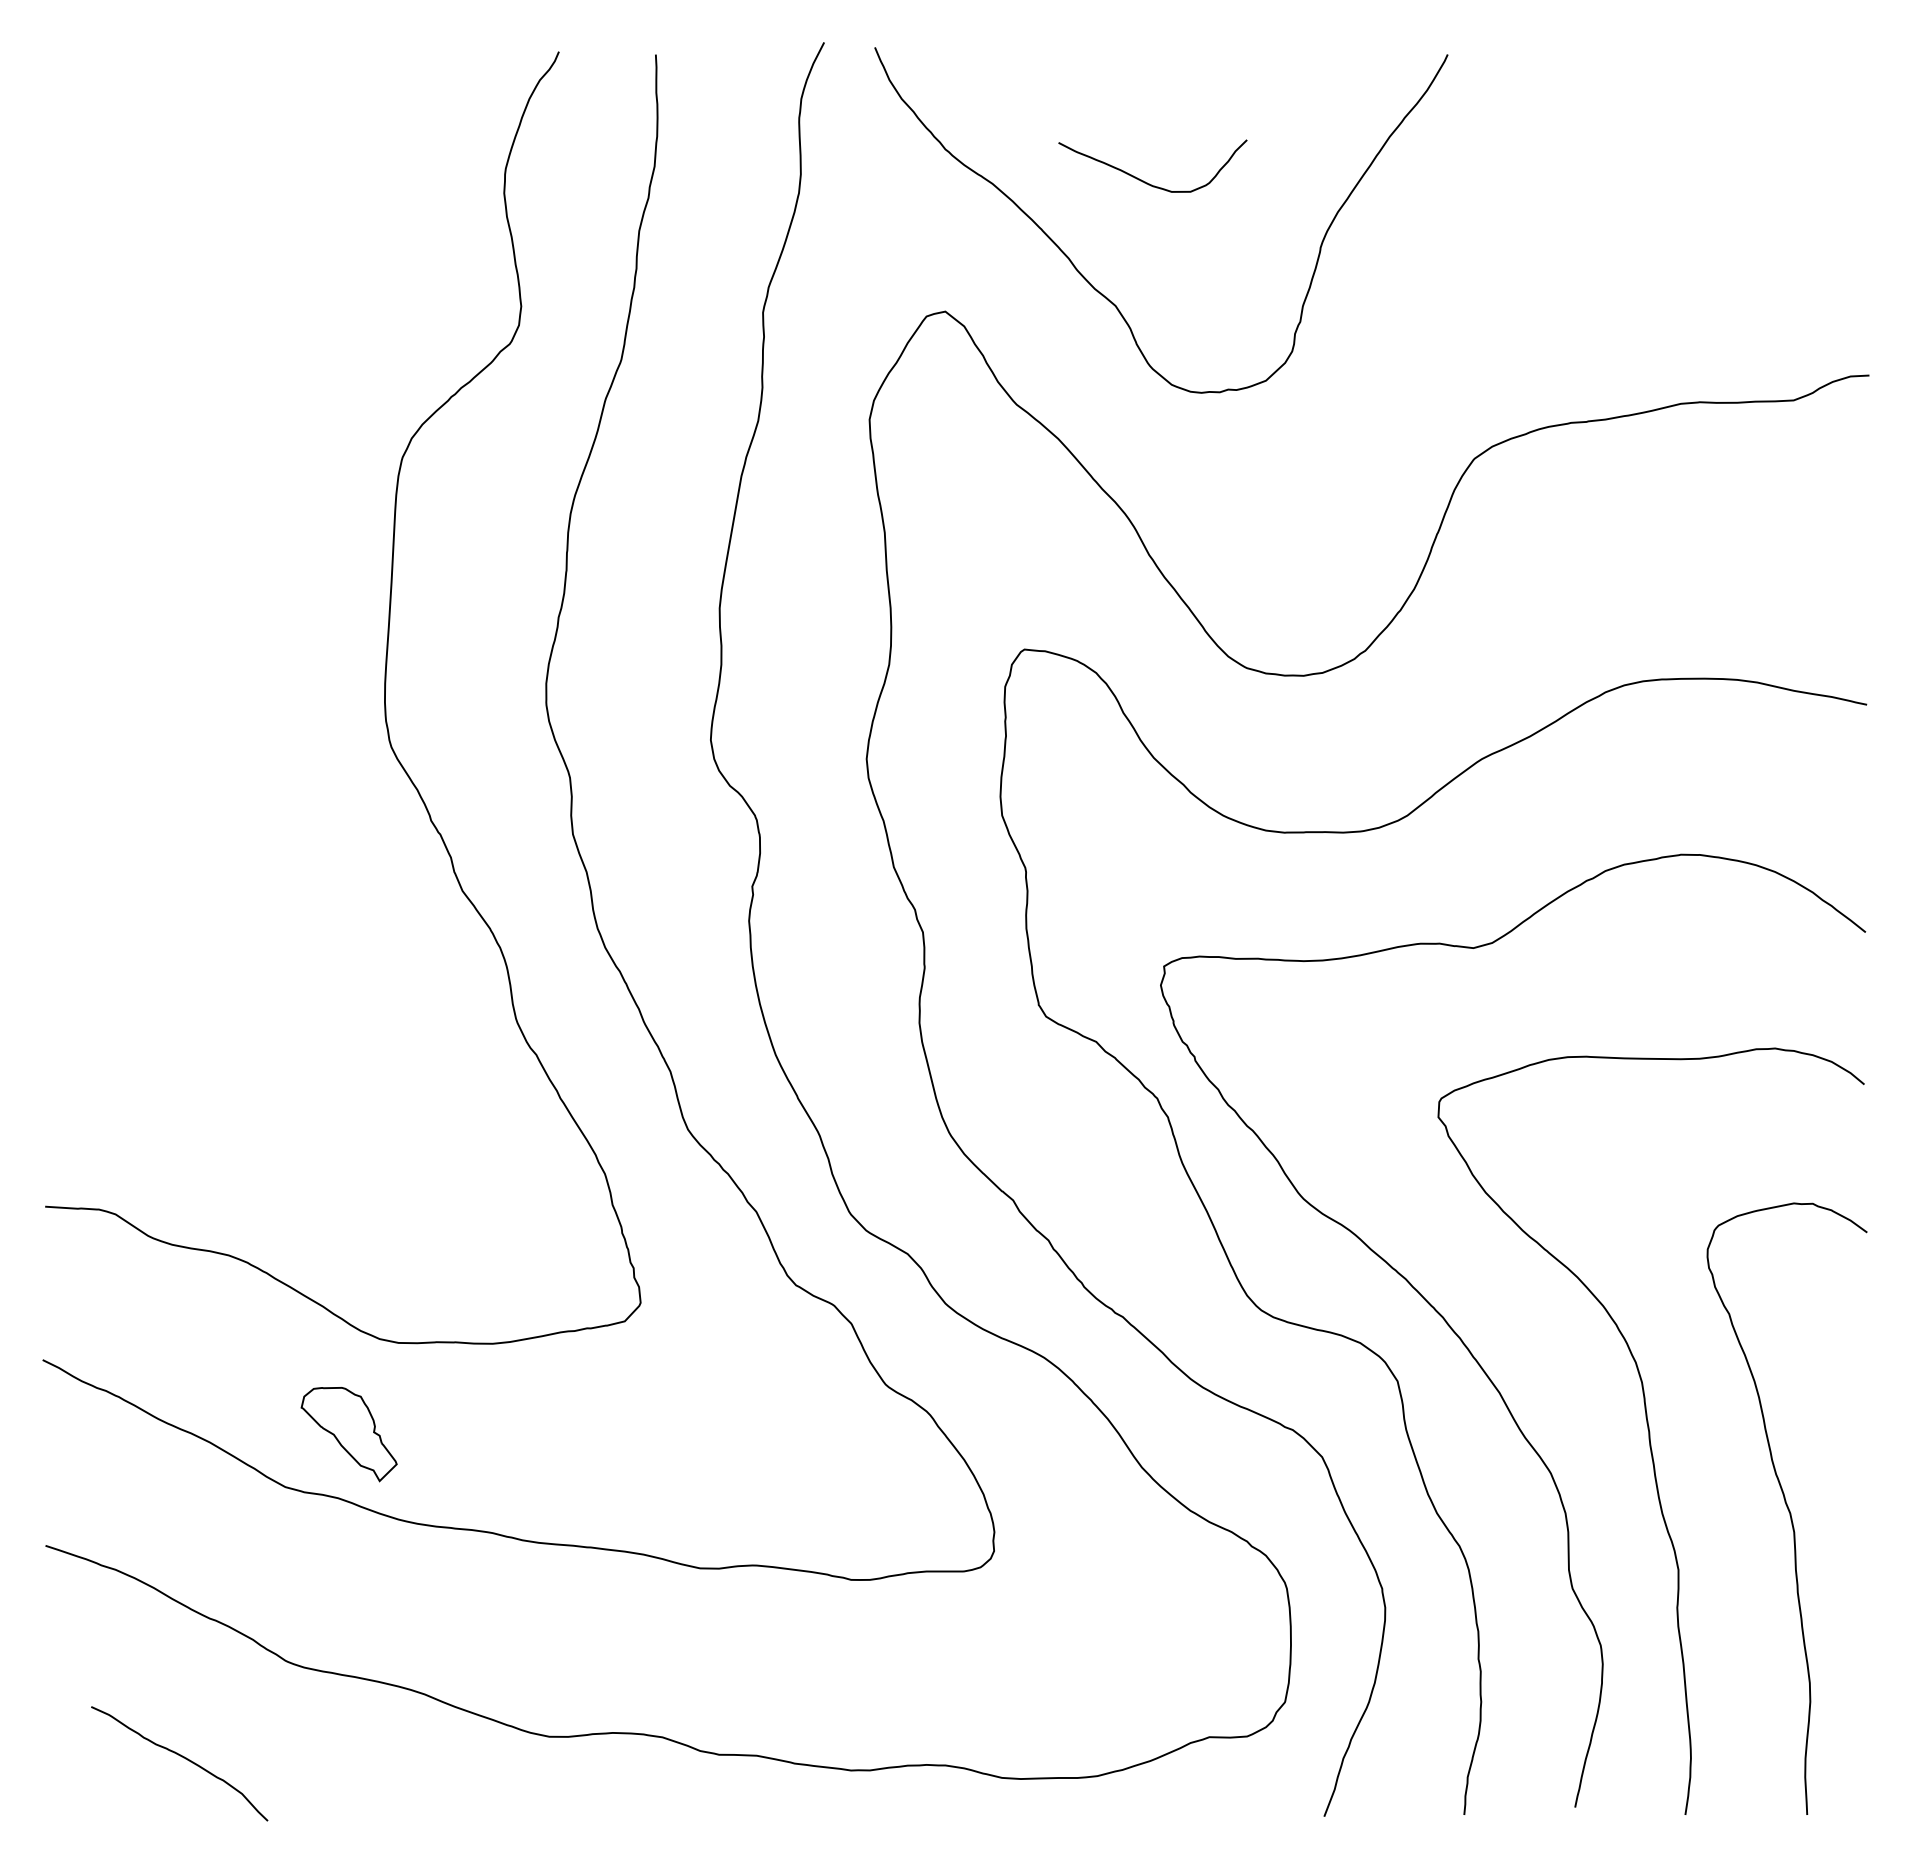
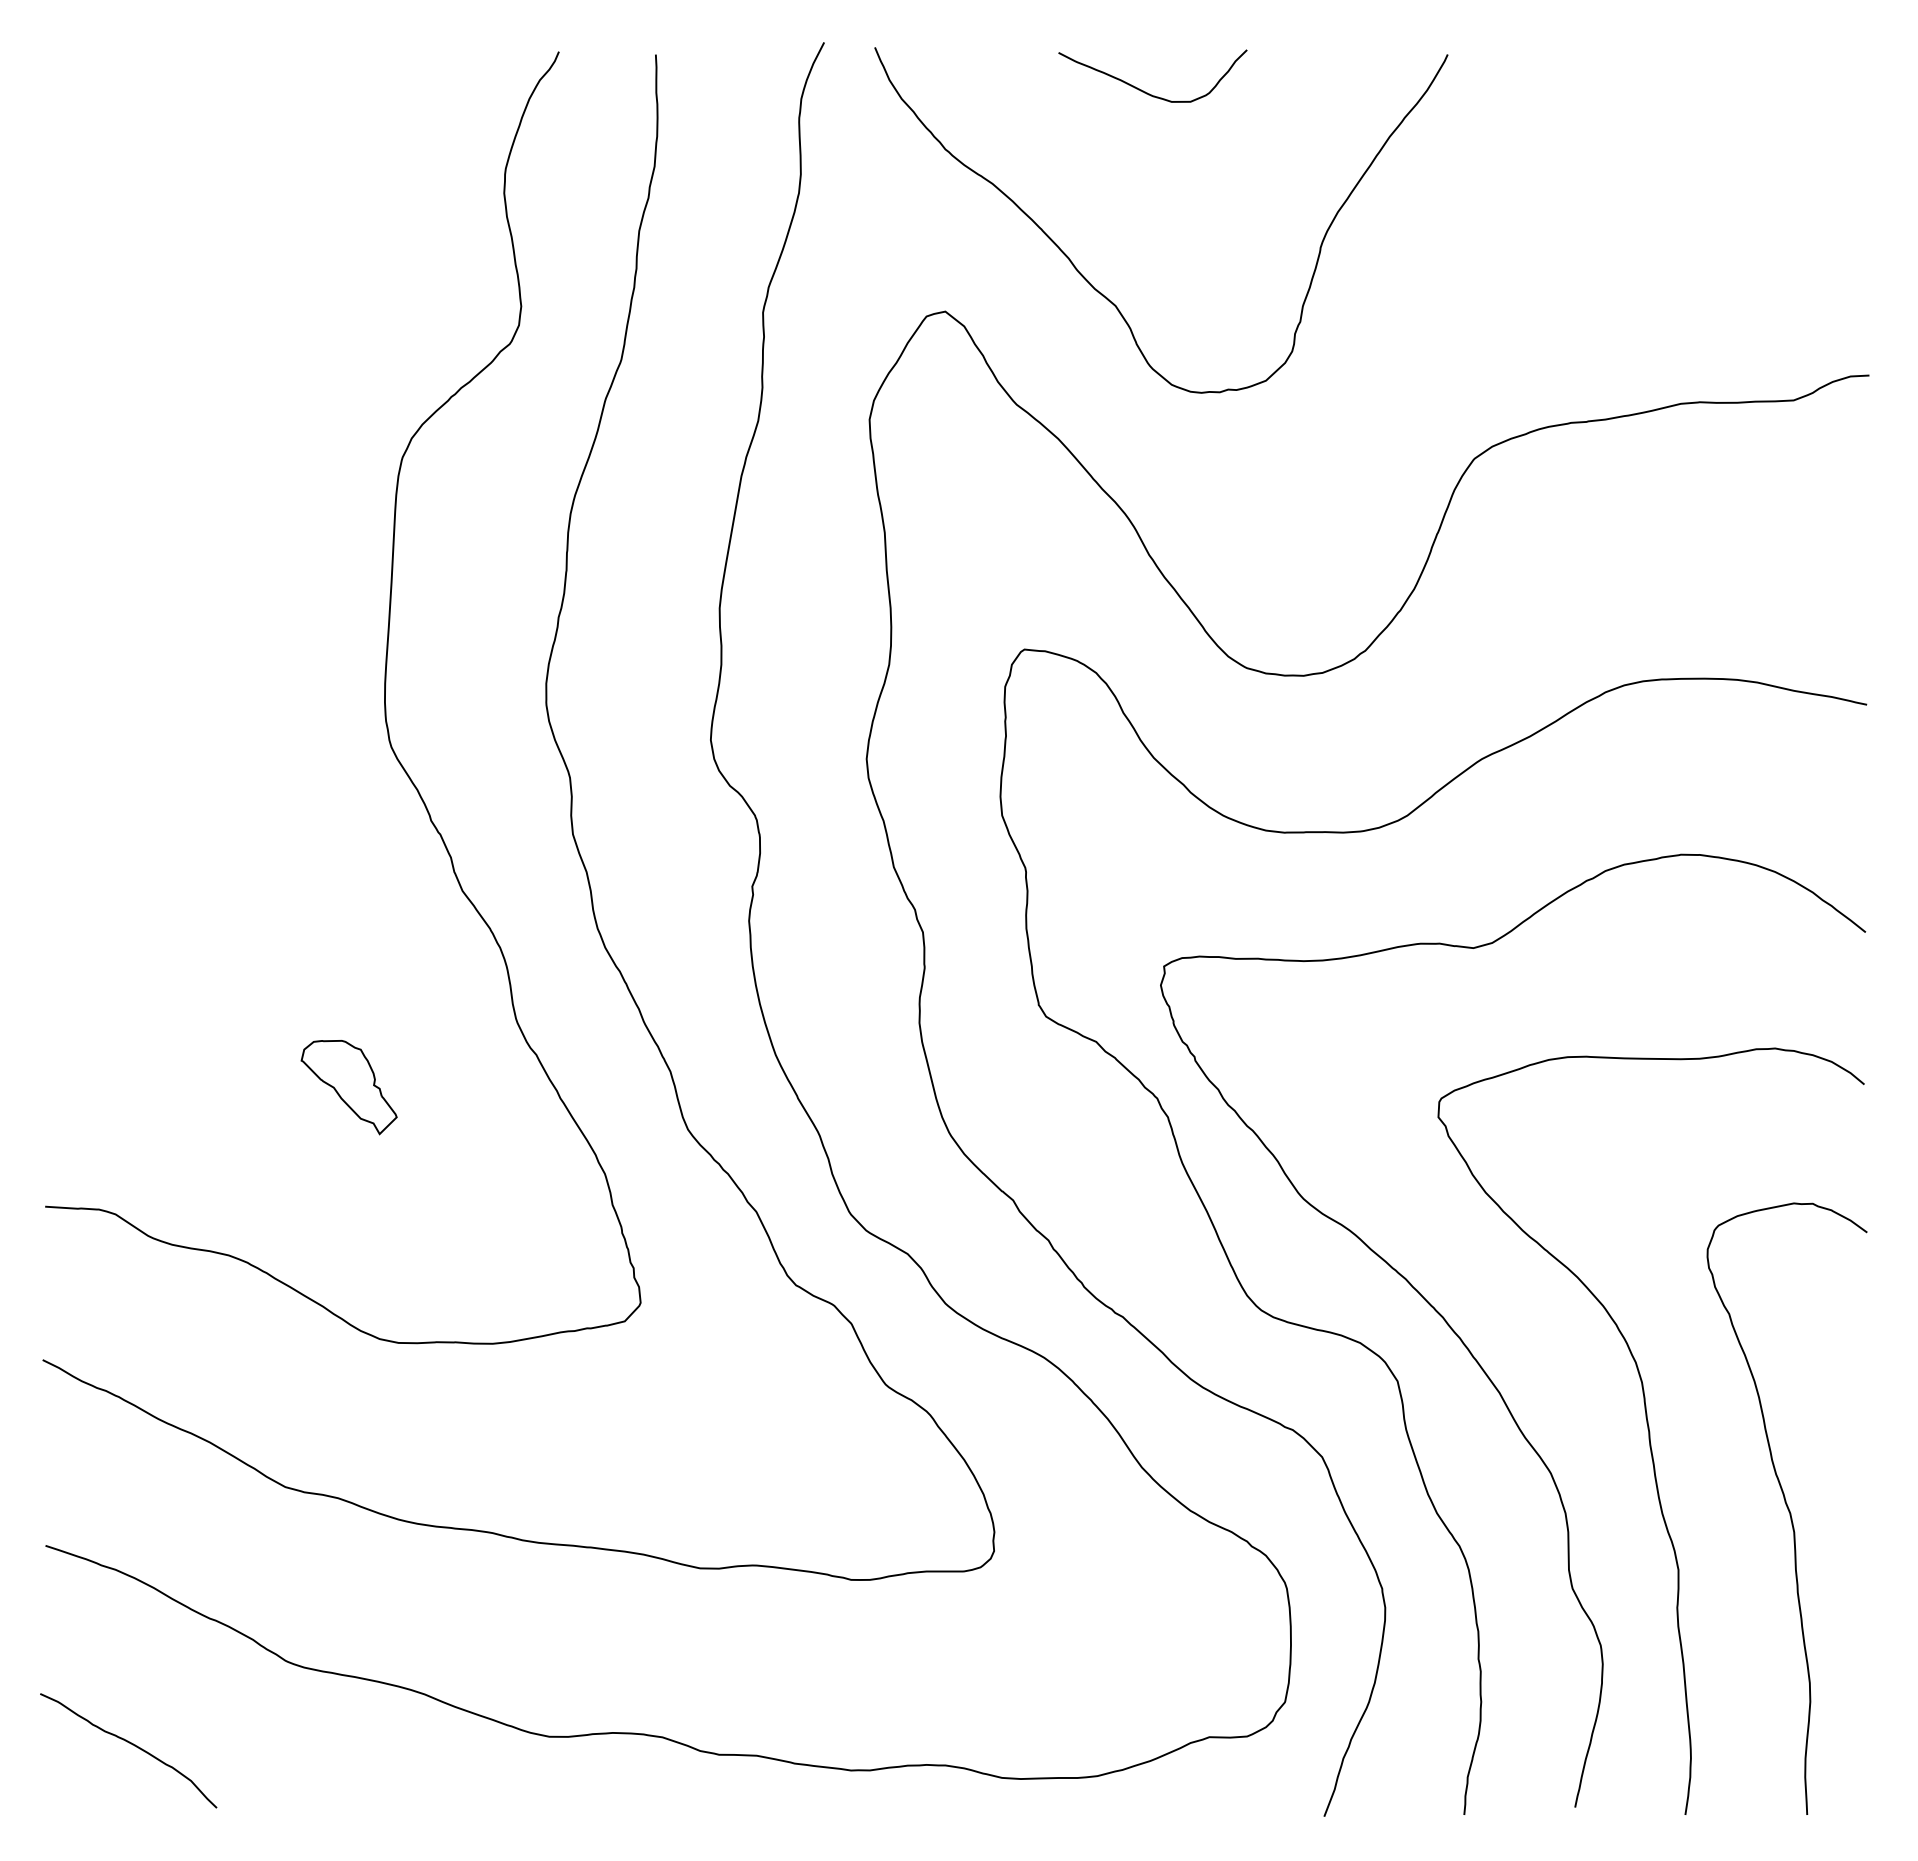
curve at (1145, 181) position: (1145, 181) -> (1145, 91)
part at (348, 1434) position: (348, 1434) -> (348, 1087)
curve at (181, 1757) position: (181, 1757) -> (130, 1744)
